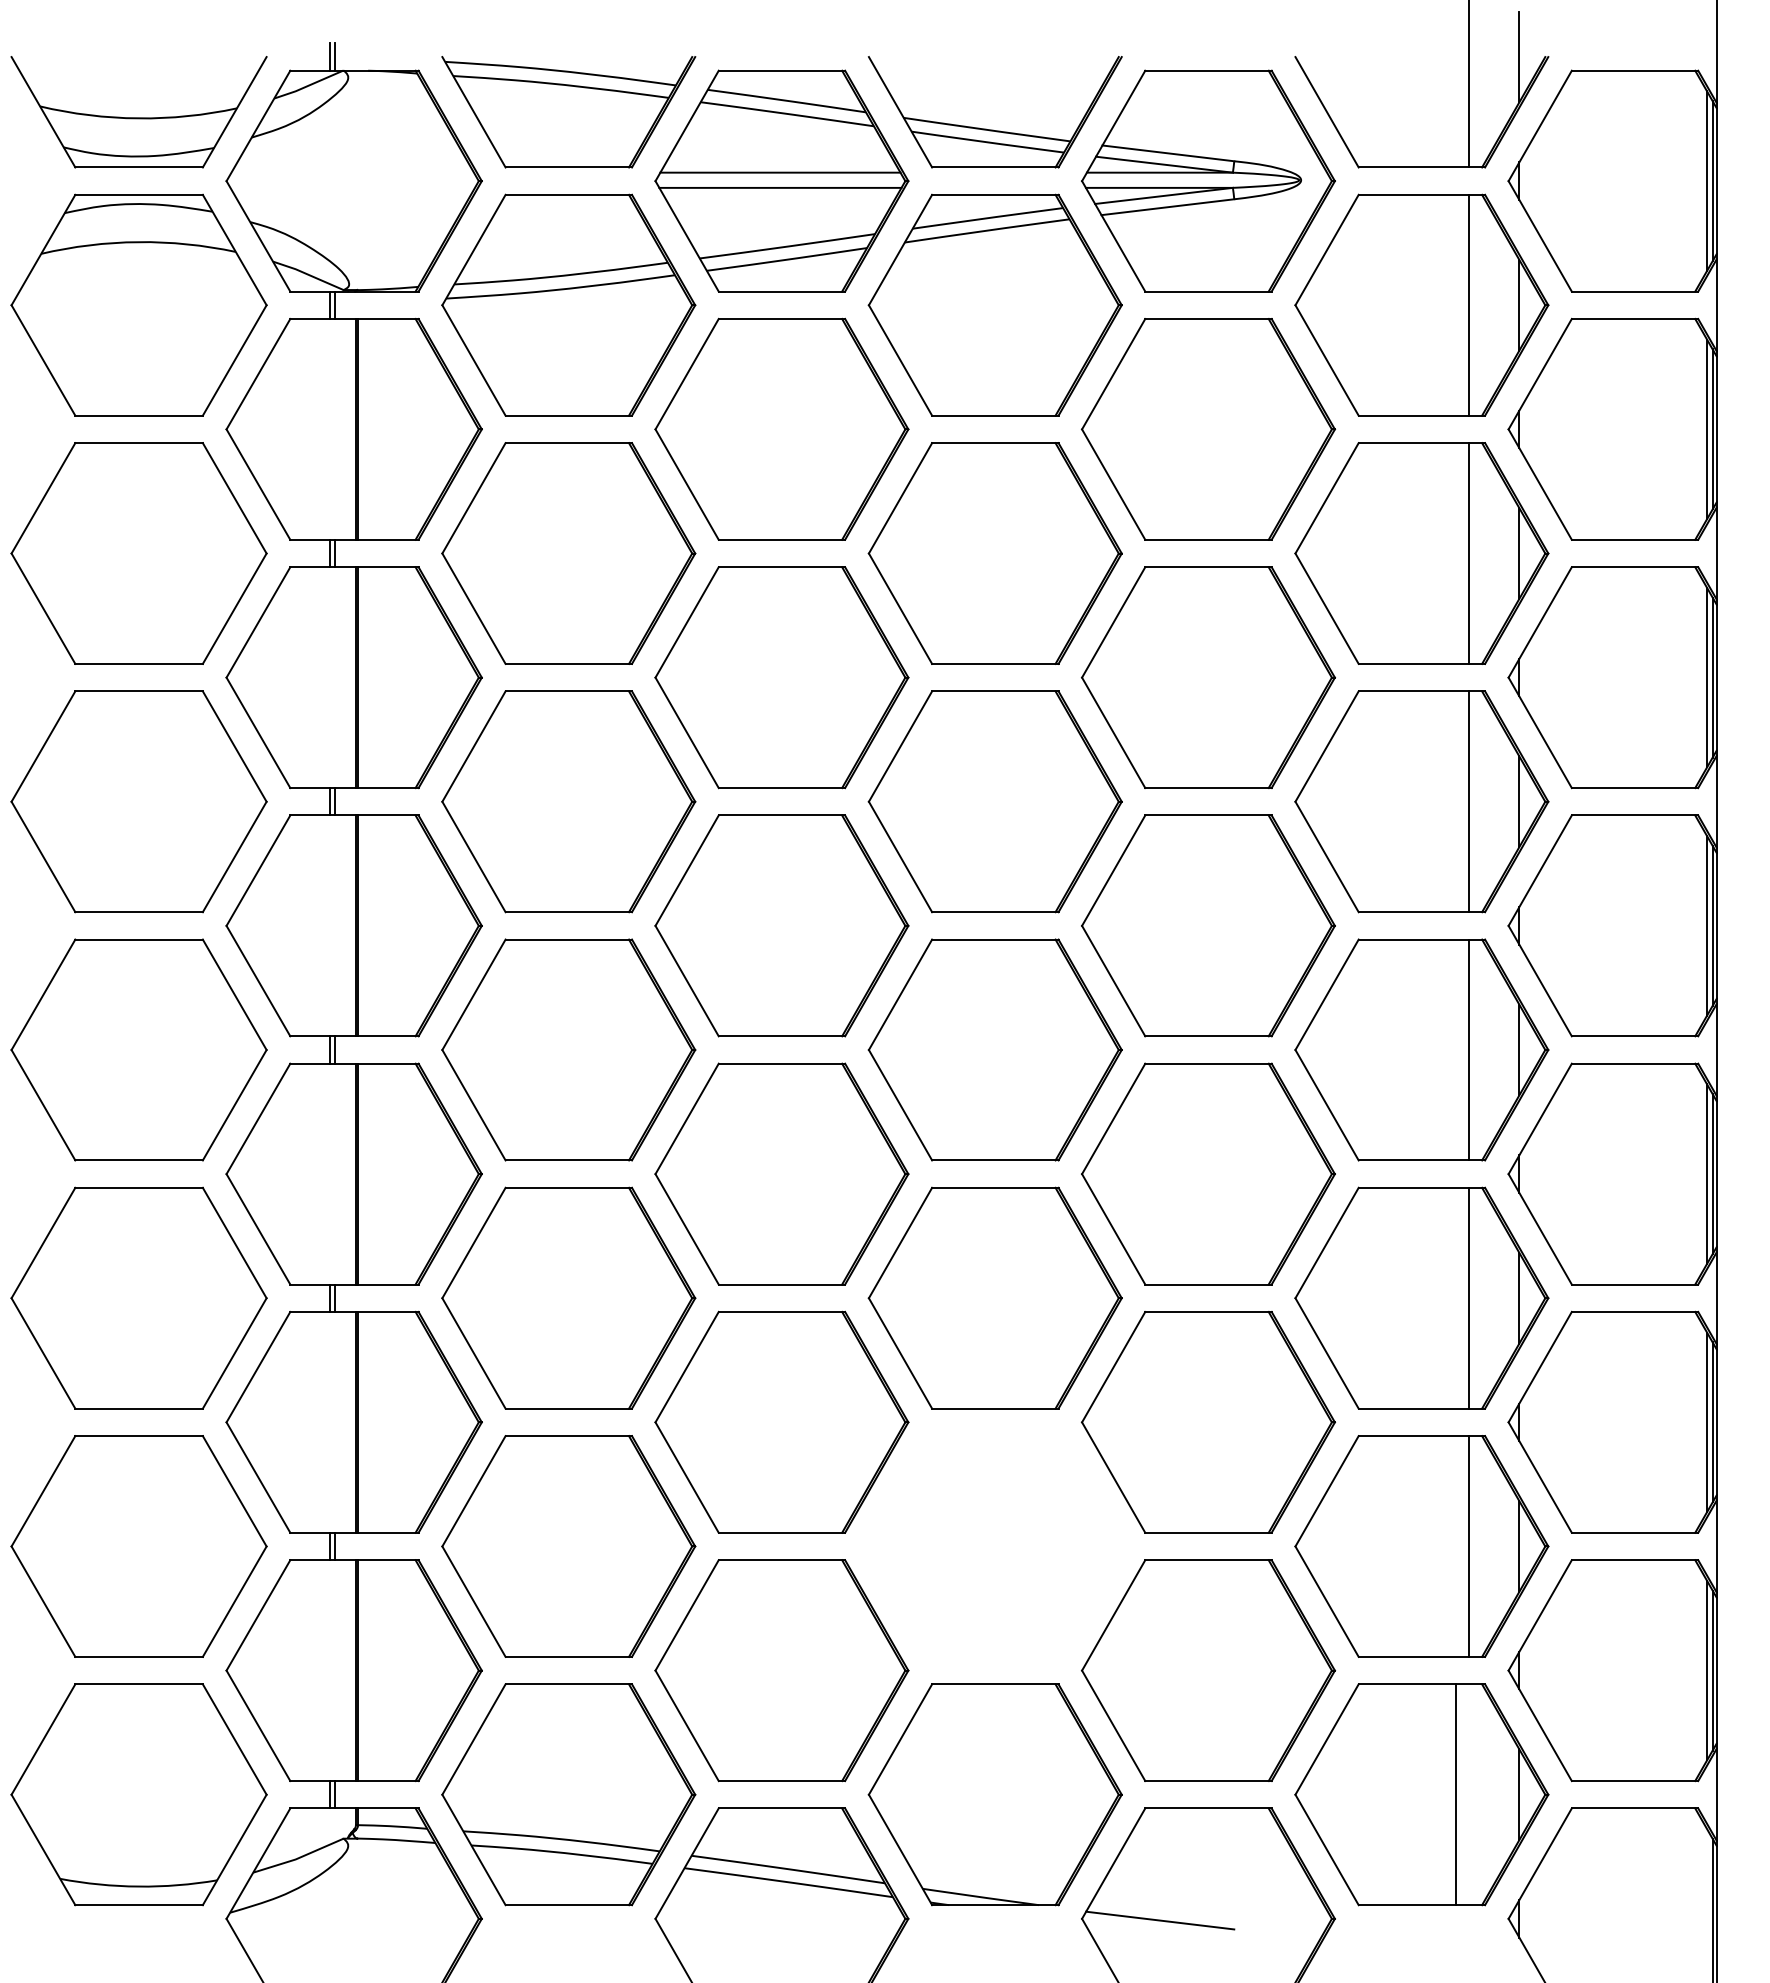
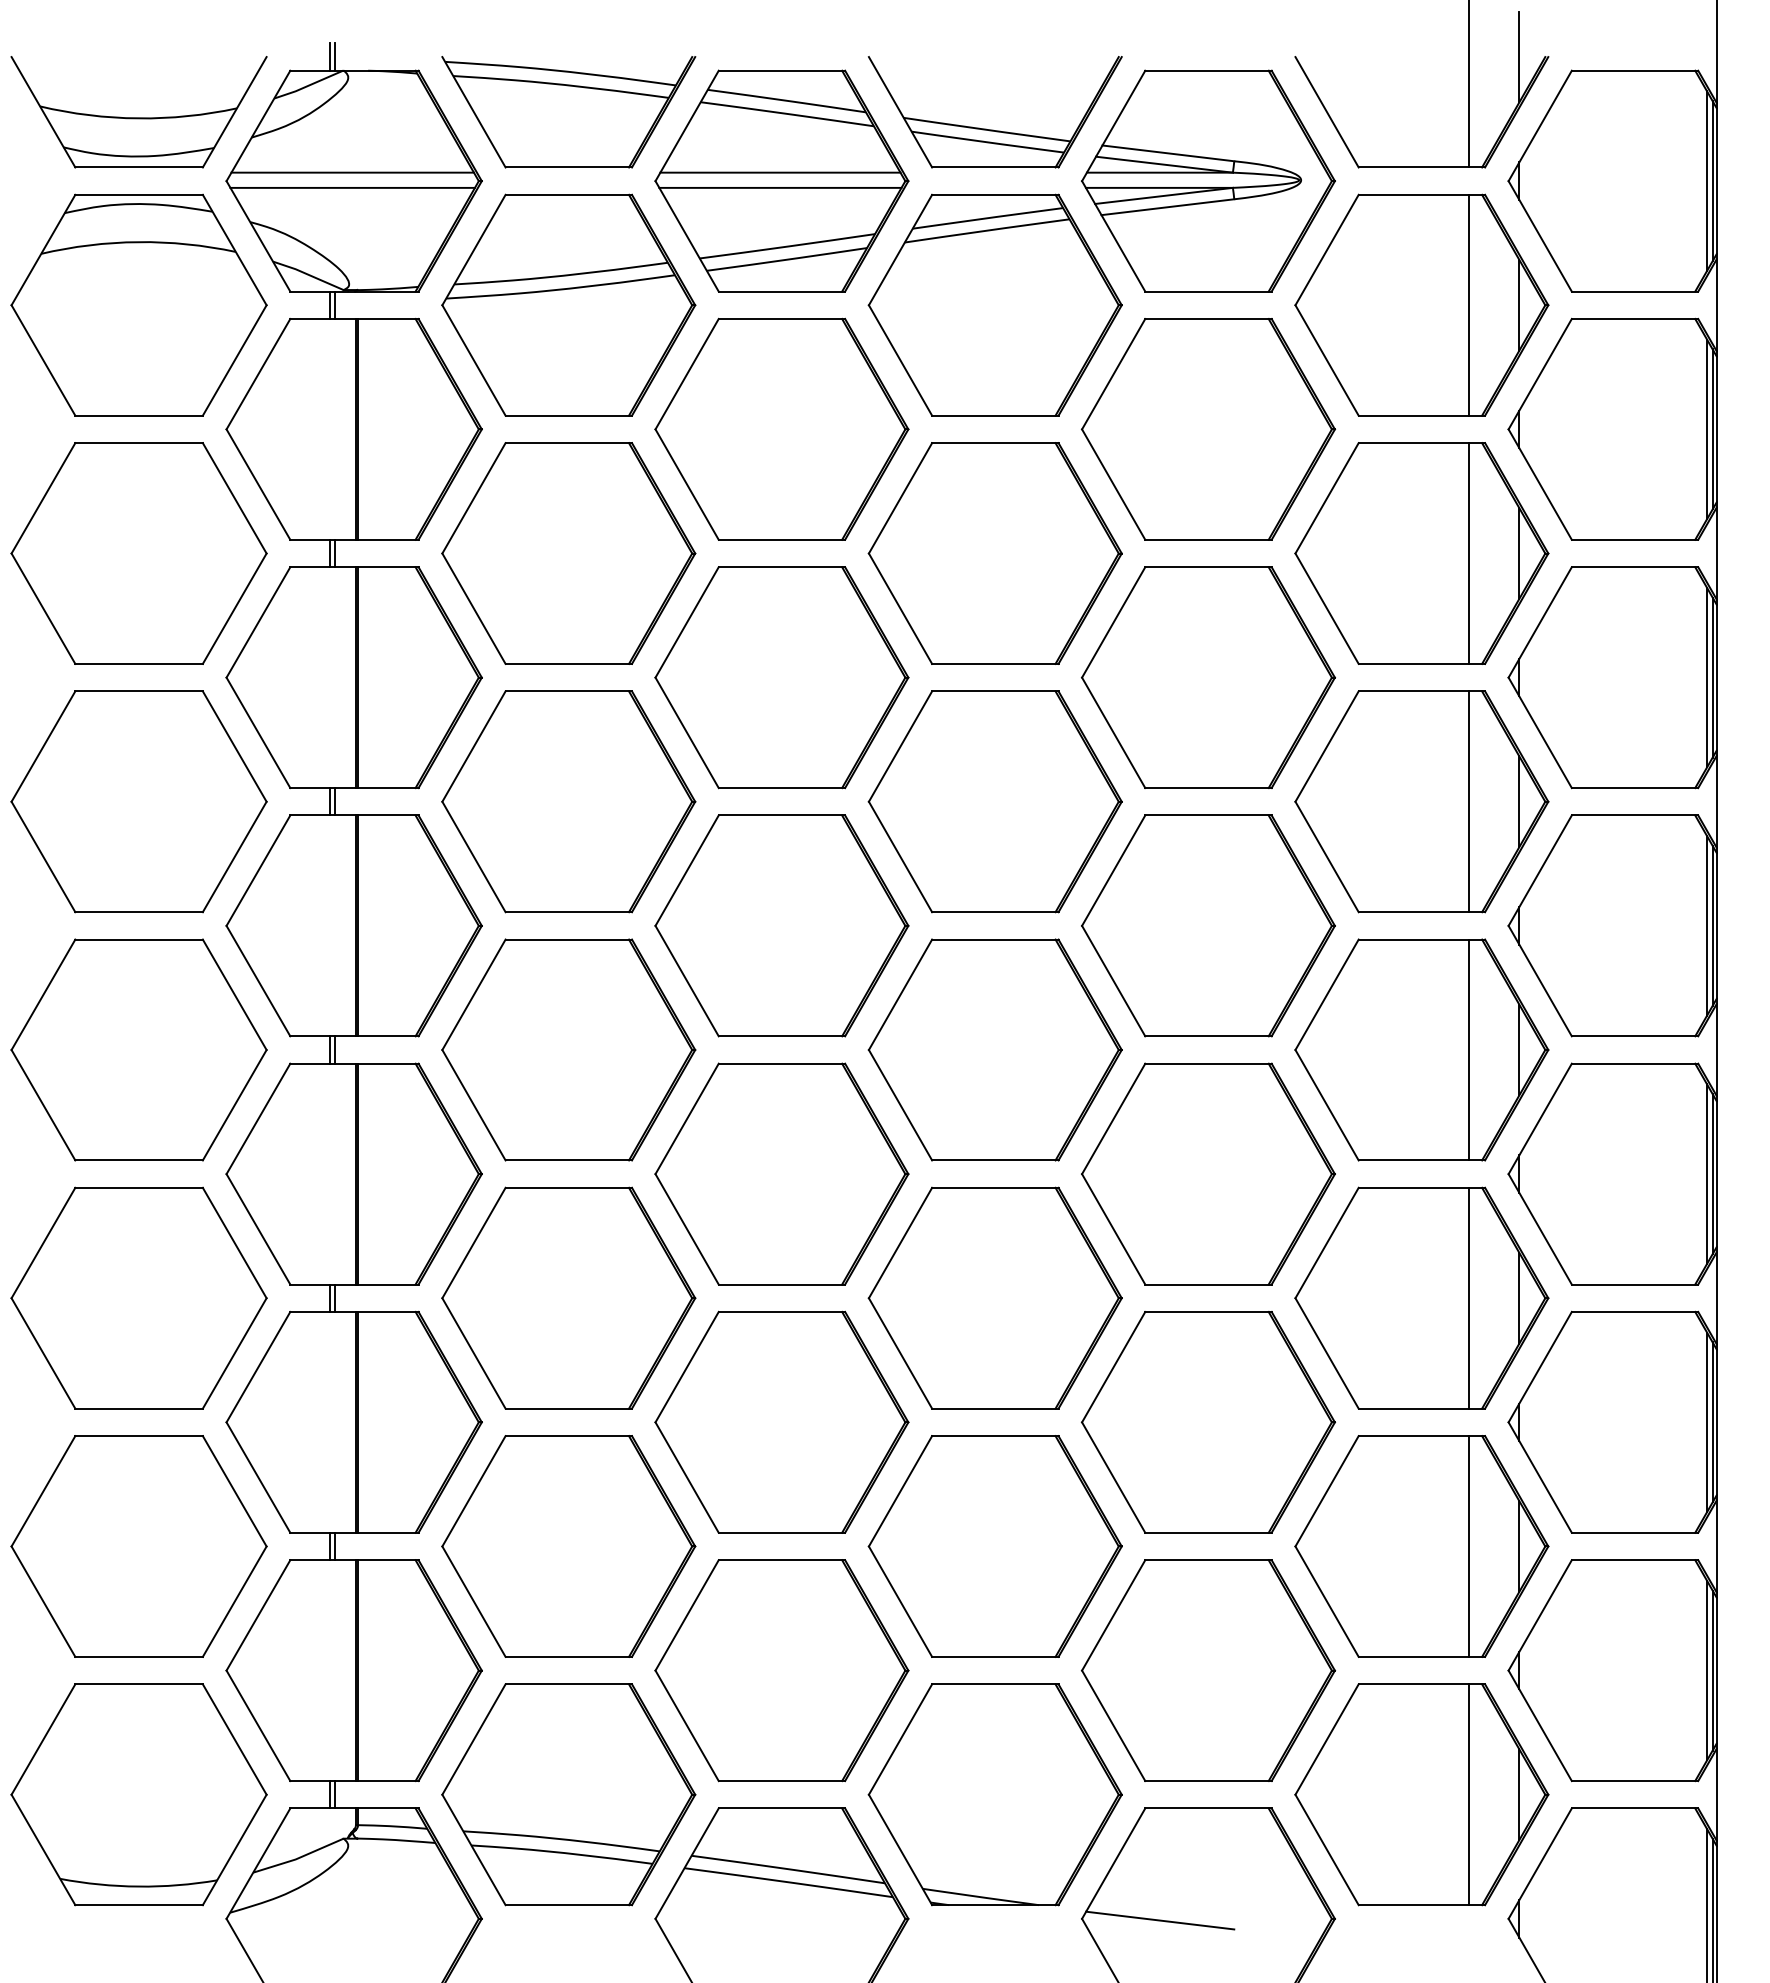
line at (352, 172): none -> present
line at (352, 187): none -> present
part at (994, 1546): none -> present
line at (1456, 1794) position: (1456, 1794) -> (1469, 1794)
line at (1707, 1904): none -> present
